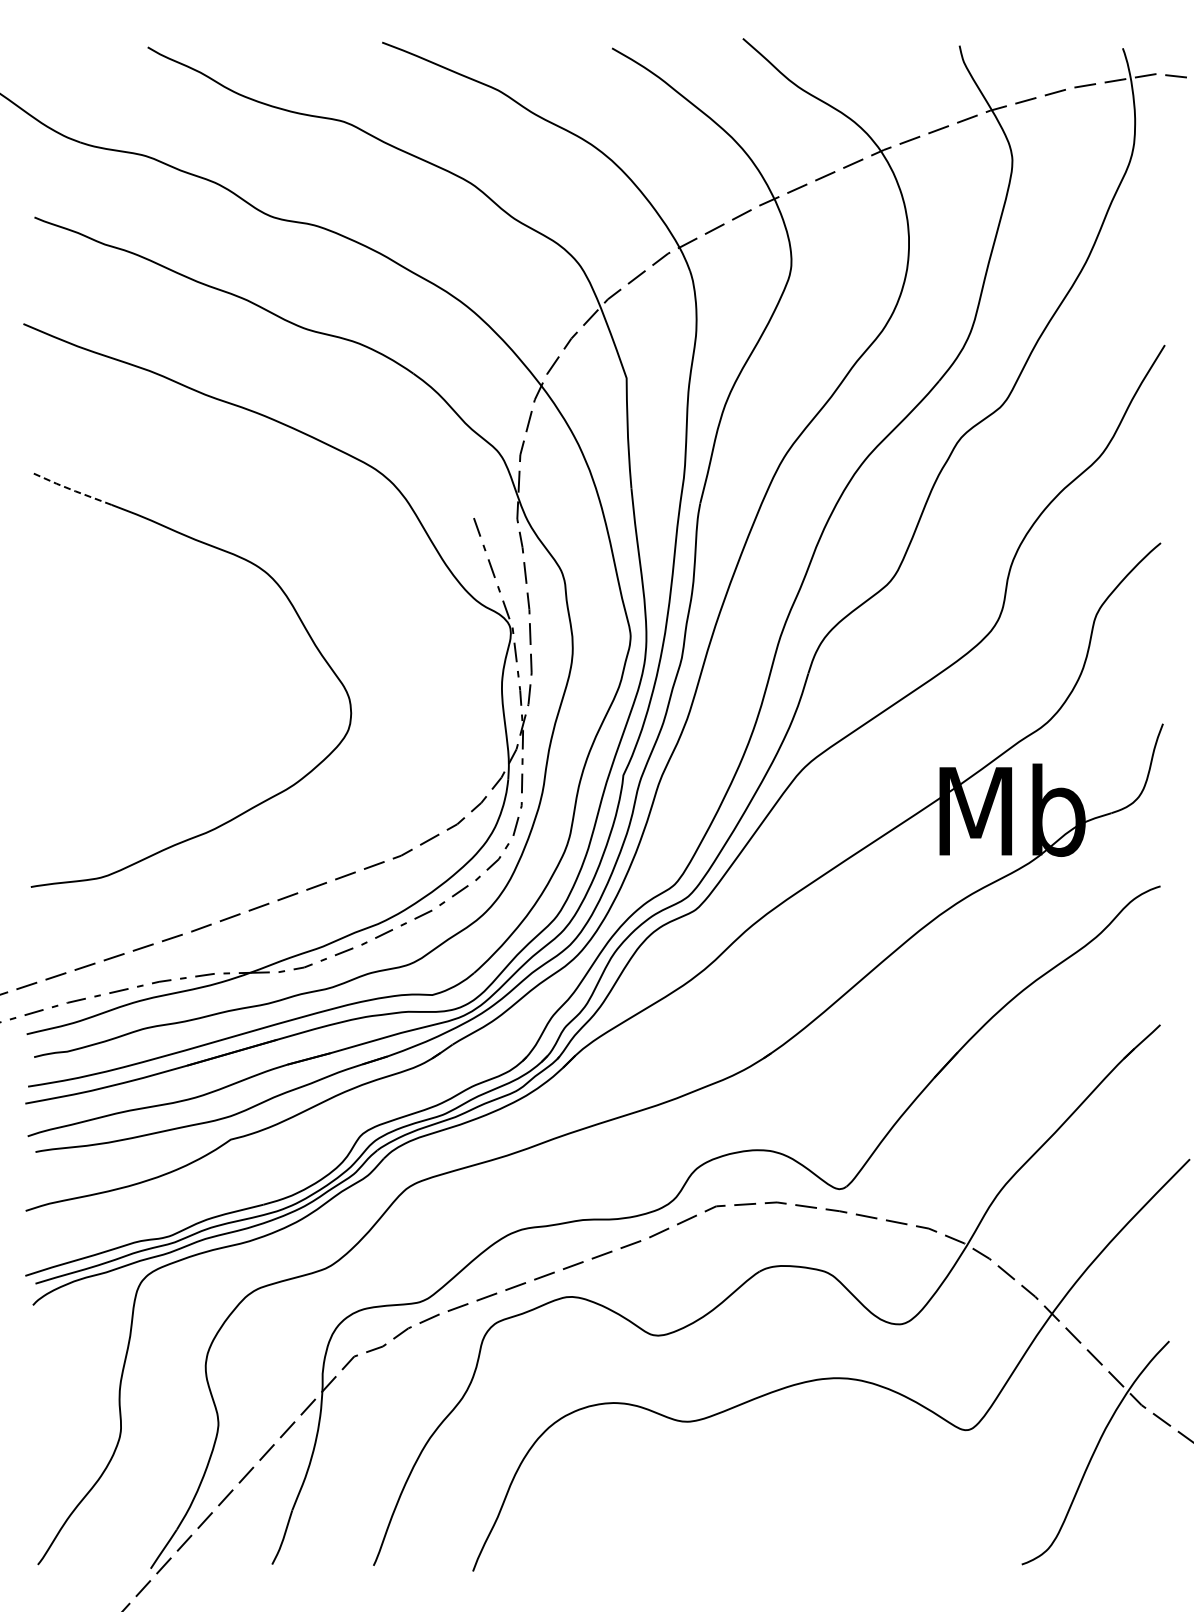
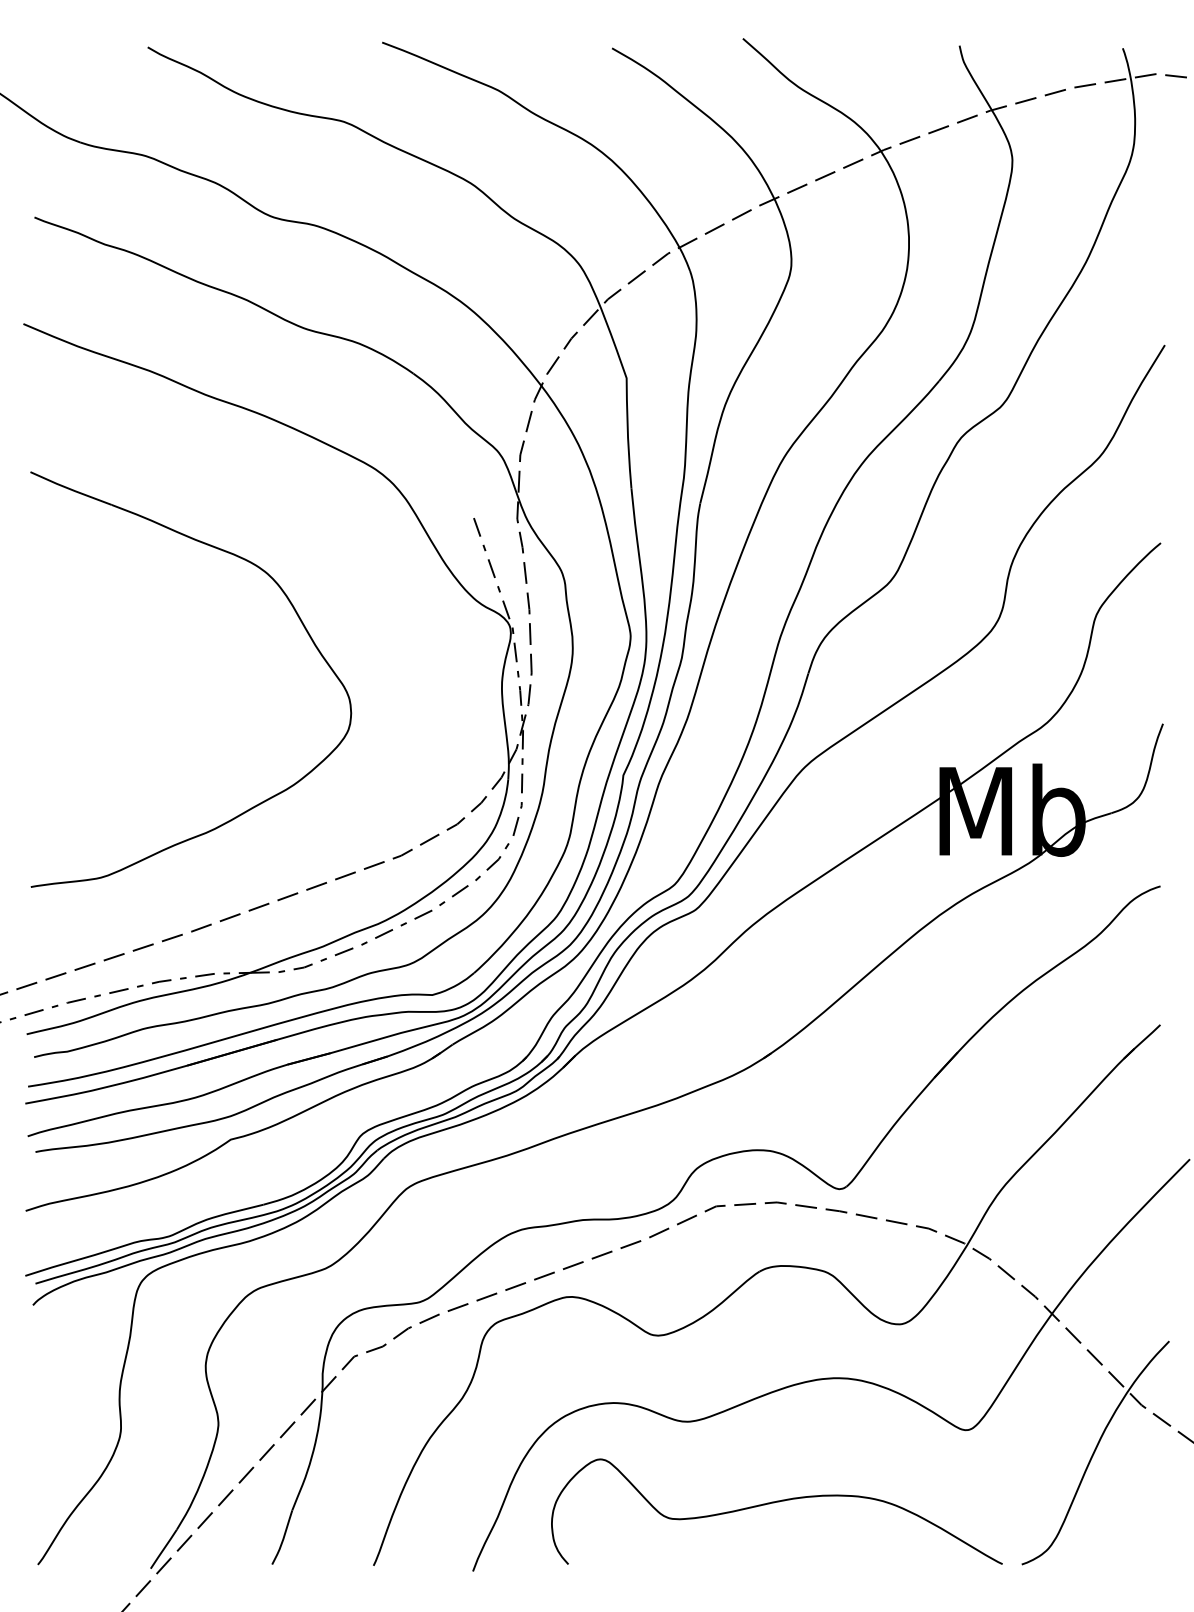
line at (70, 489): dashed -> solid
curve at (774, 1503): none -> present
